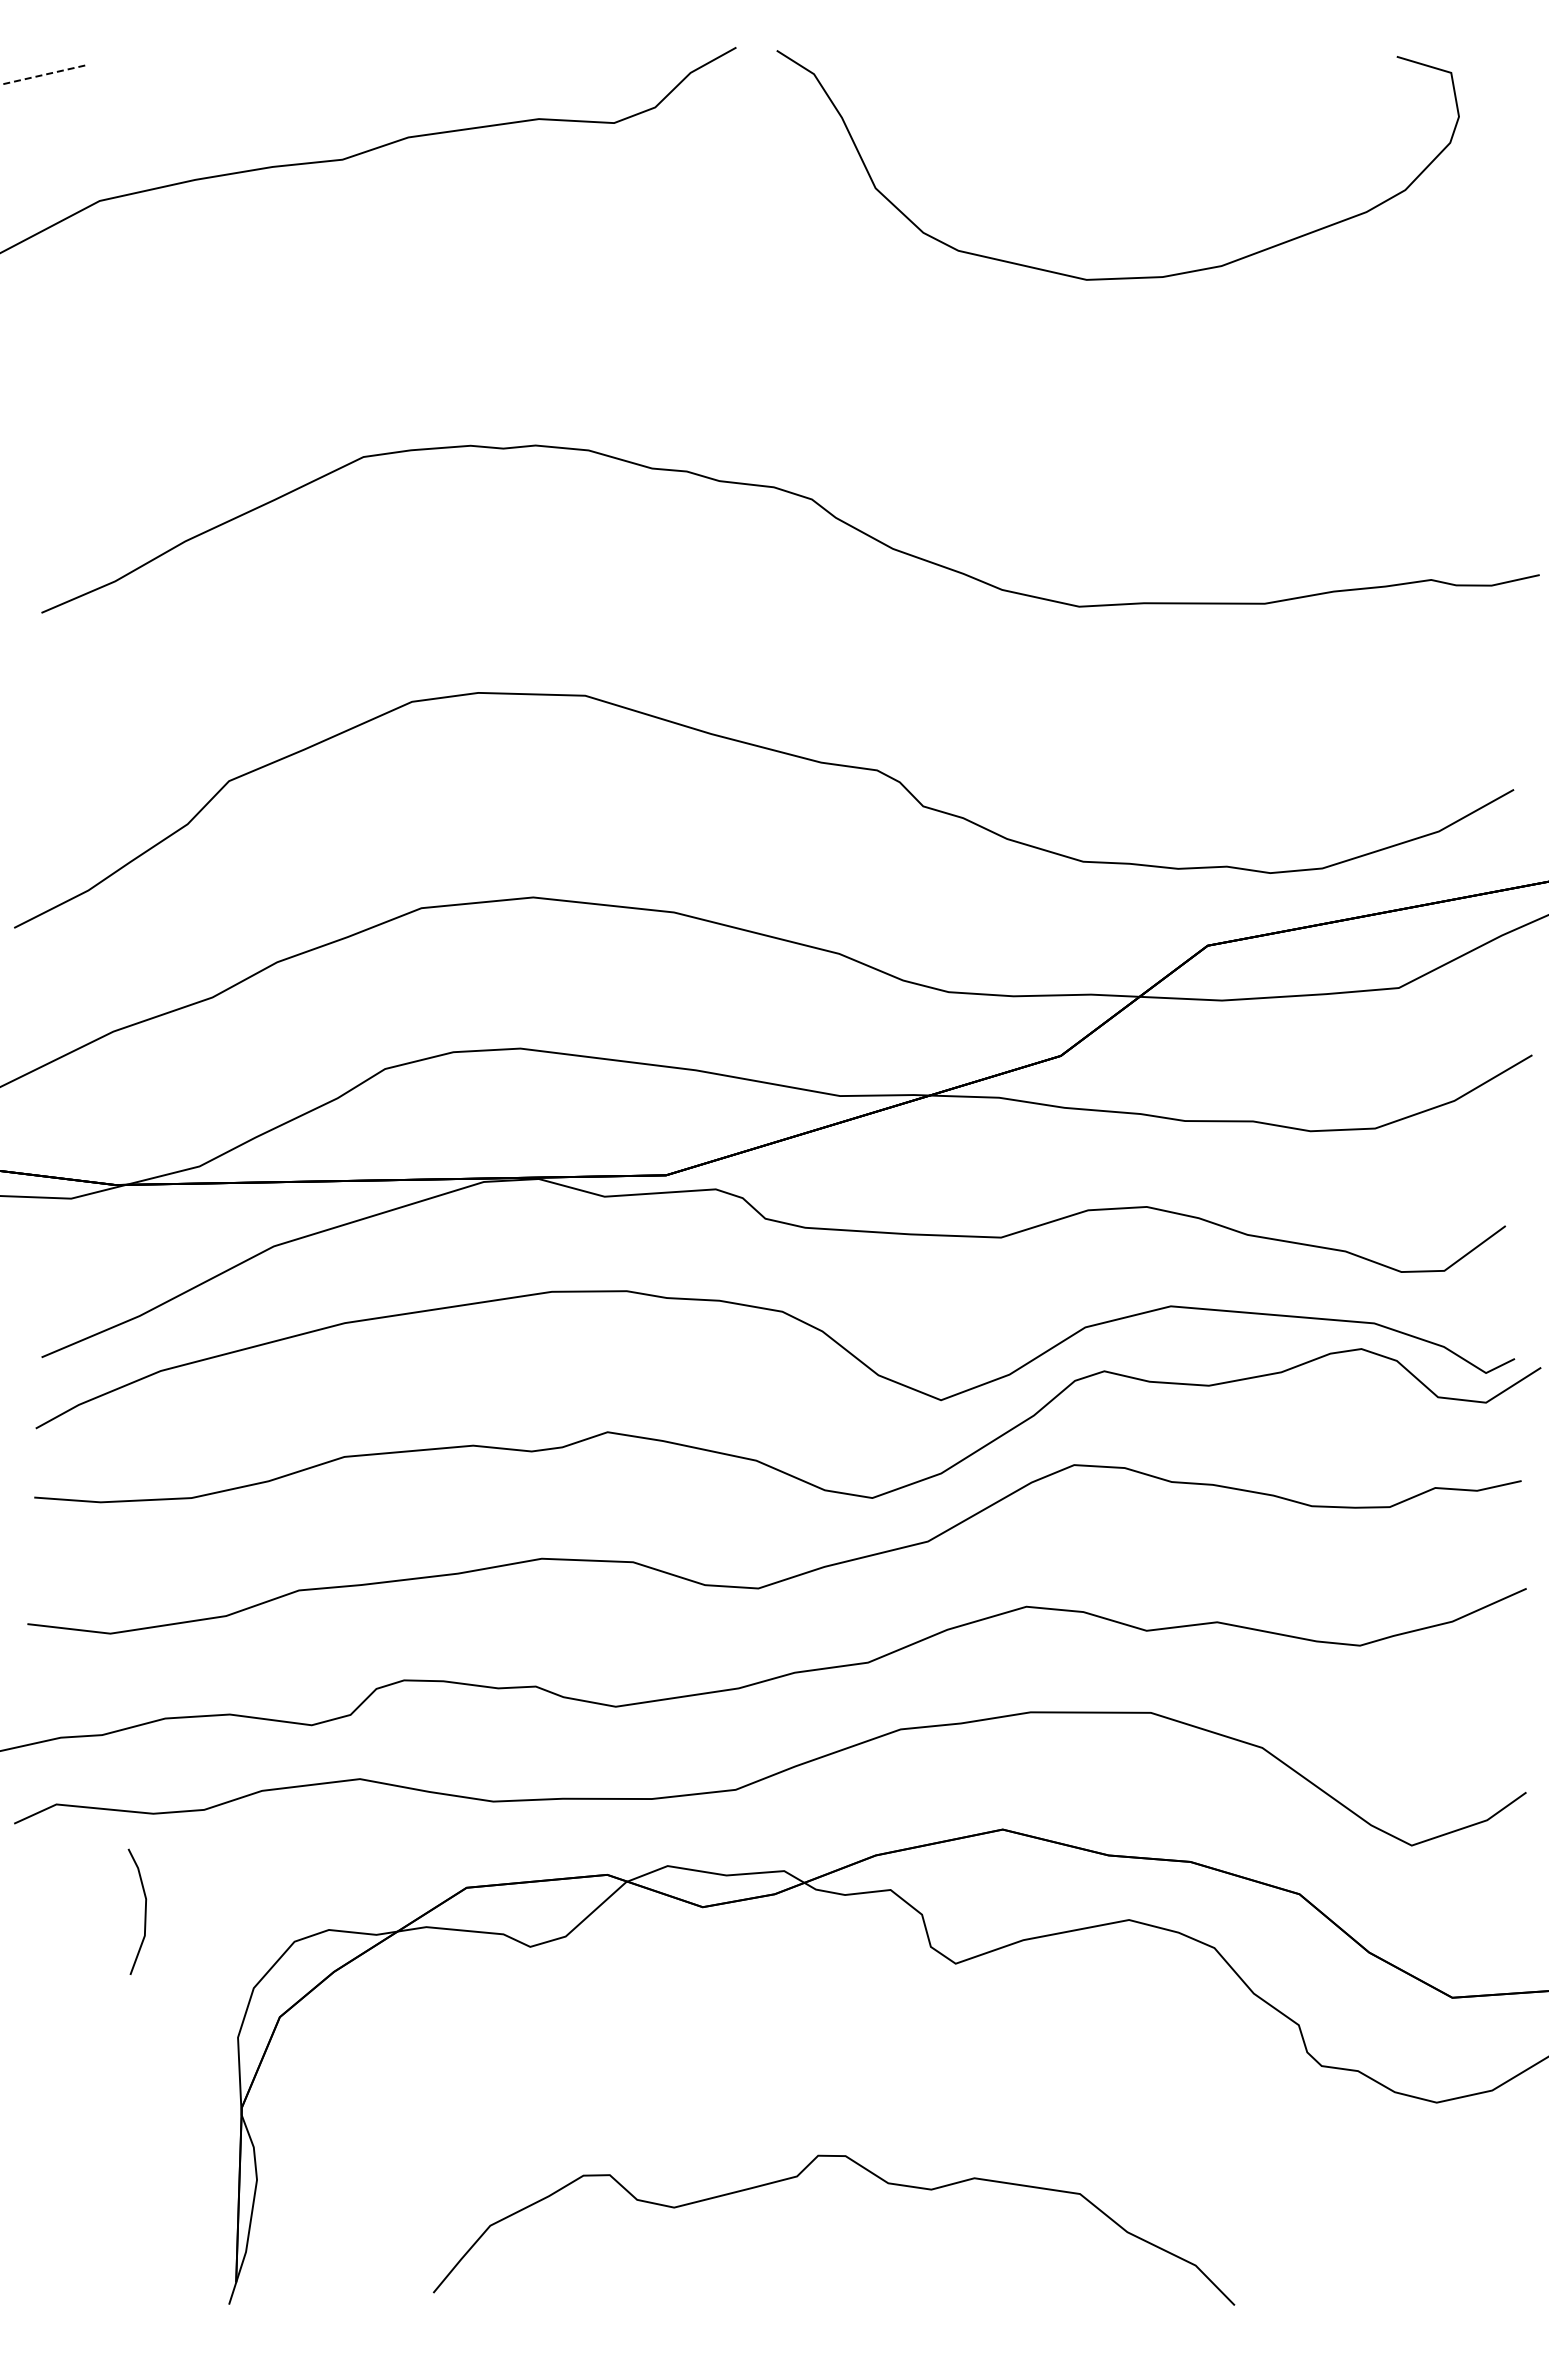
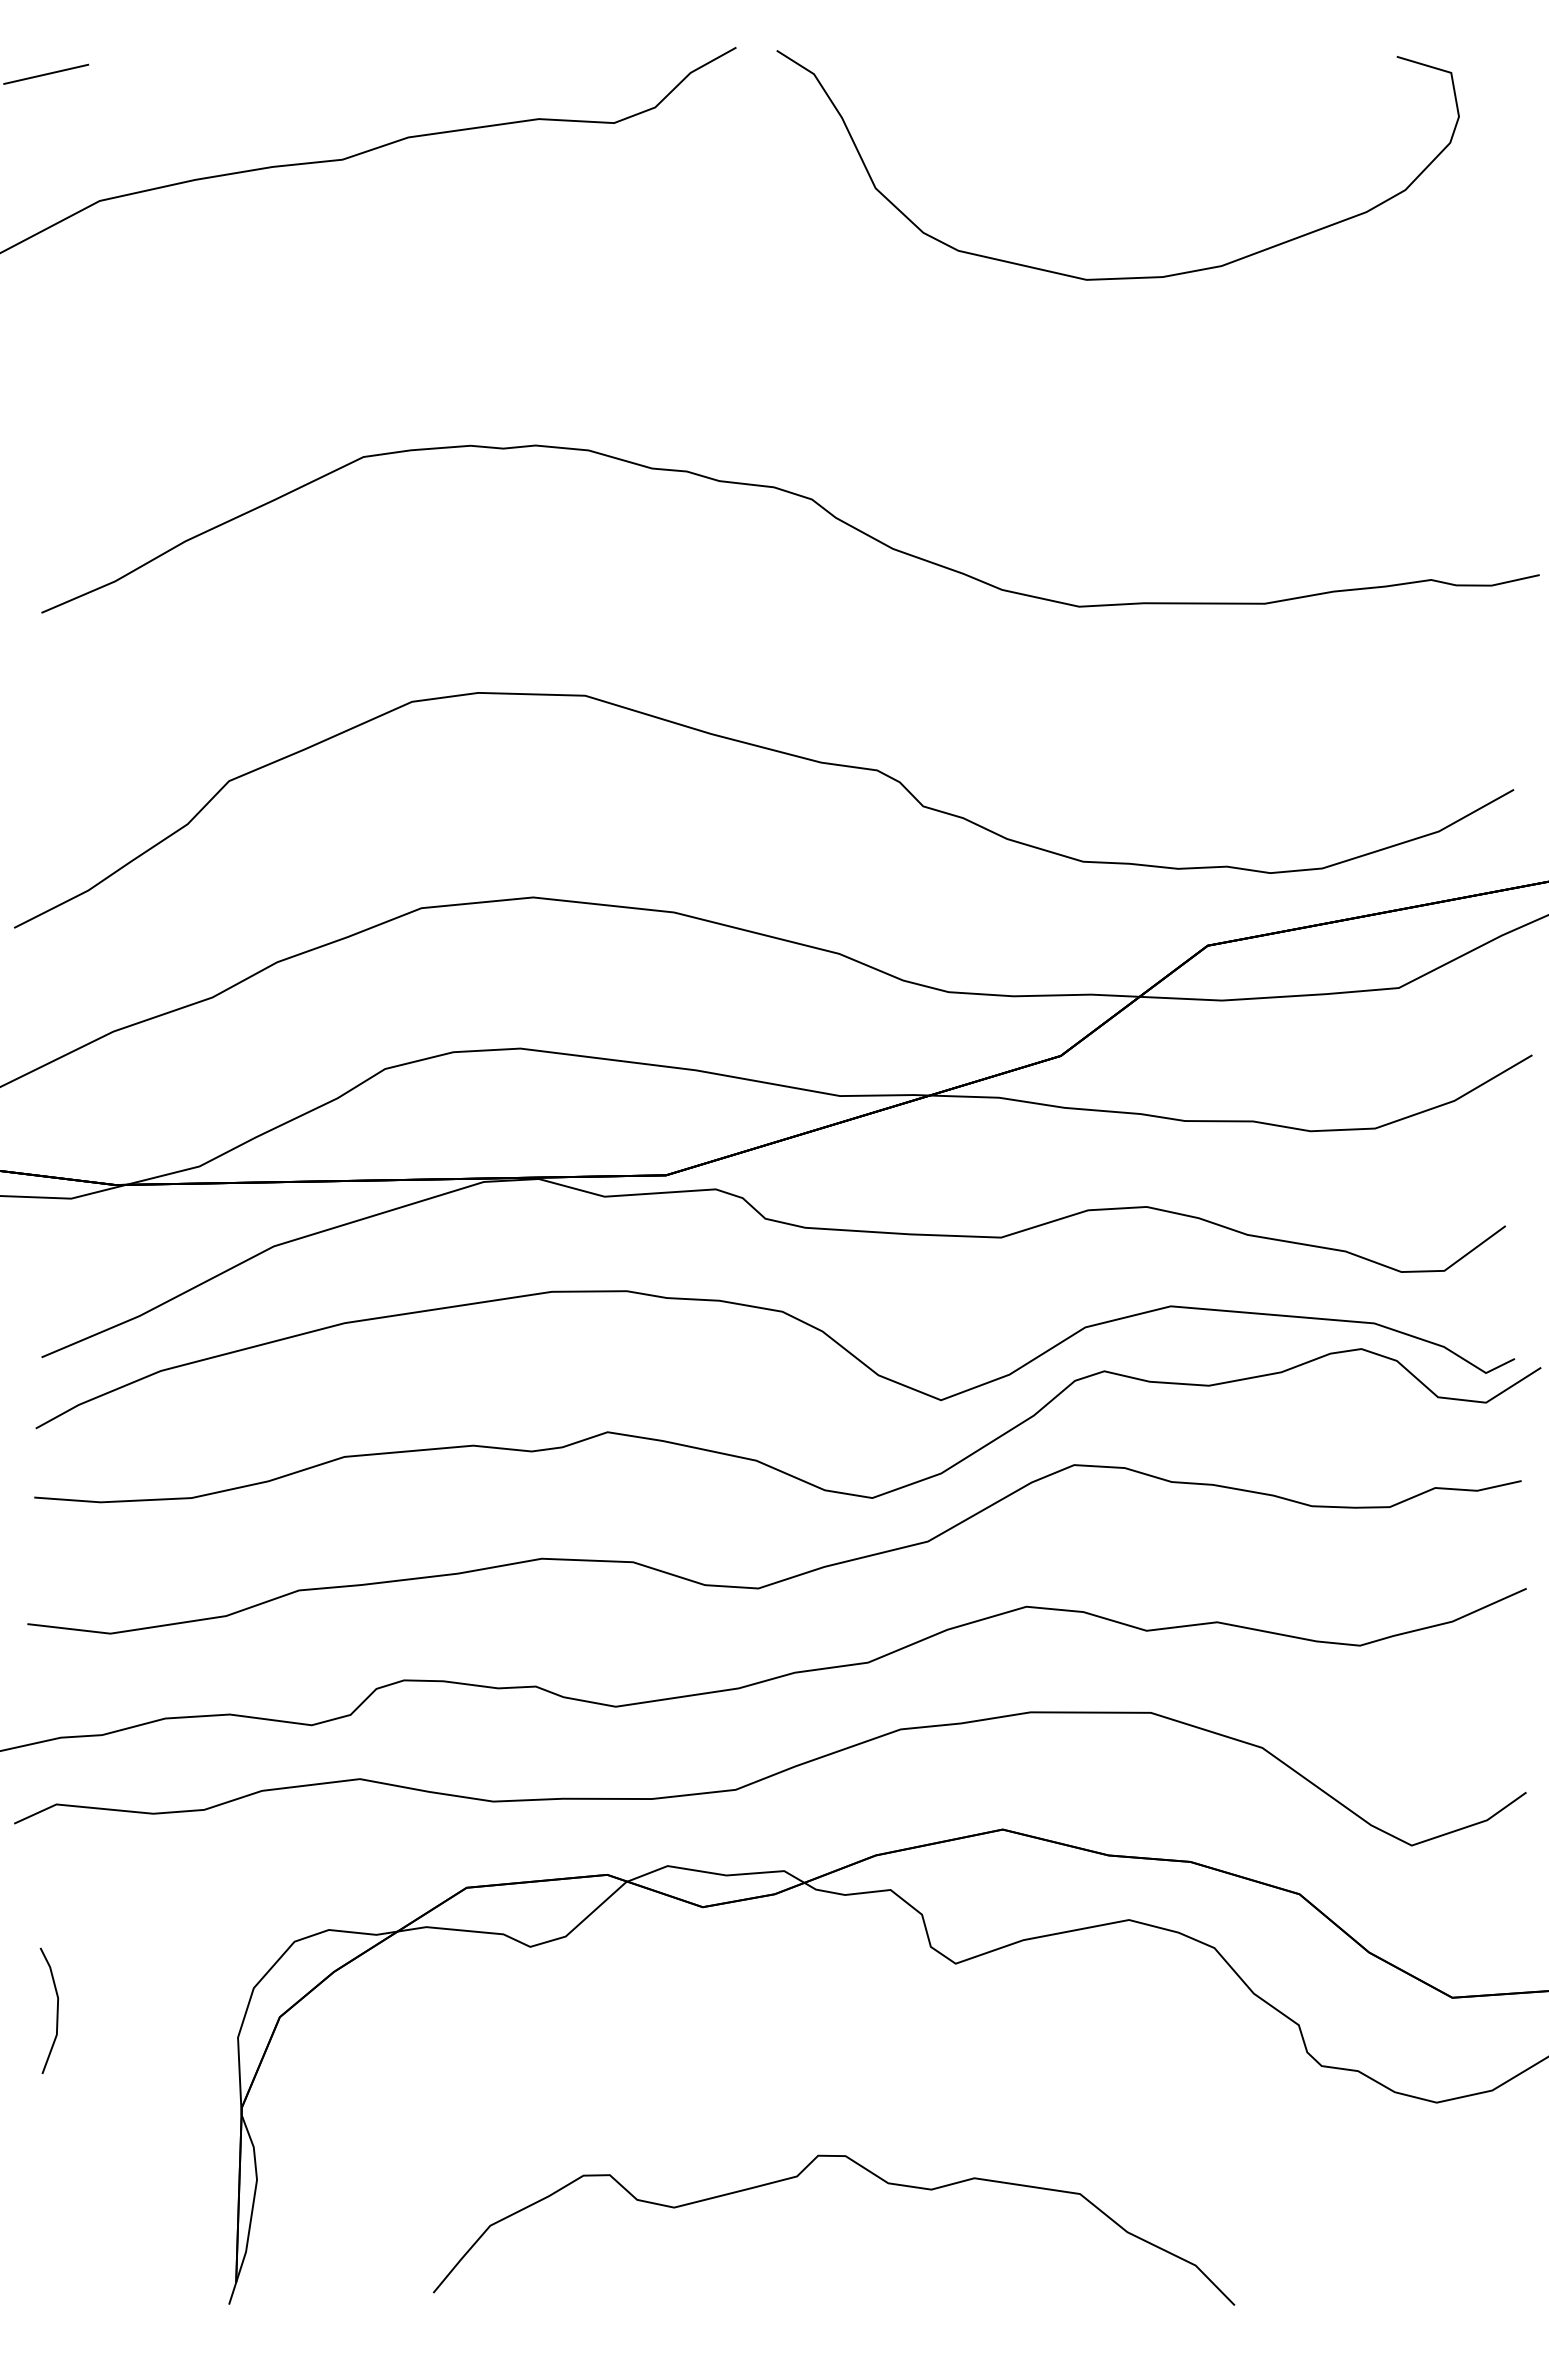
line at (46, 74): dashed -> solid
line at (144, 1911) position: (144, 1911) -> (56, 2010)
